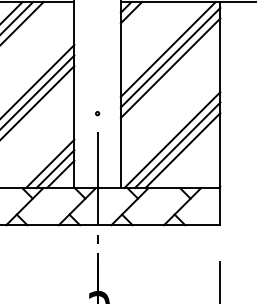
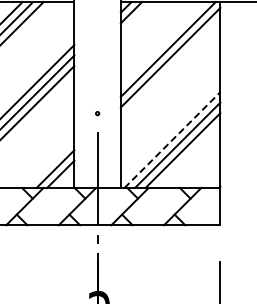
line at (170, 68): present -> none
line at (172, 140): solid -> dashed
line at (50, 163): present -> none
